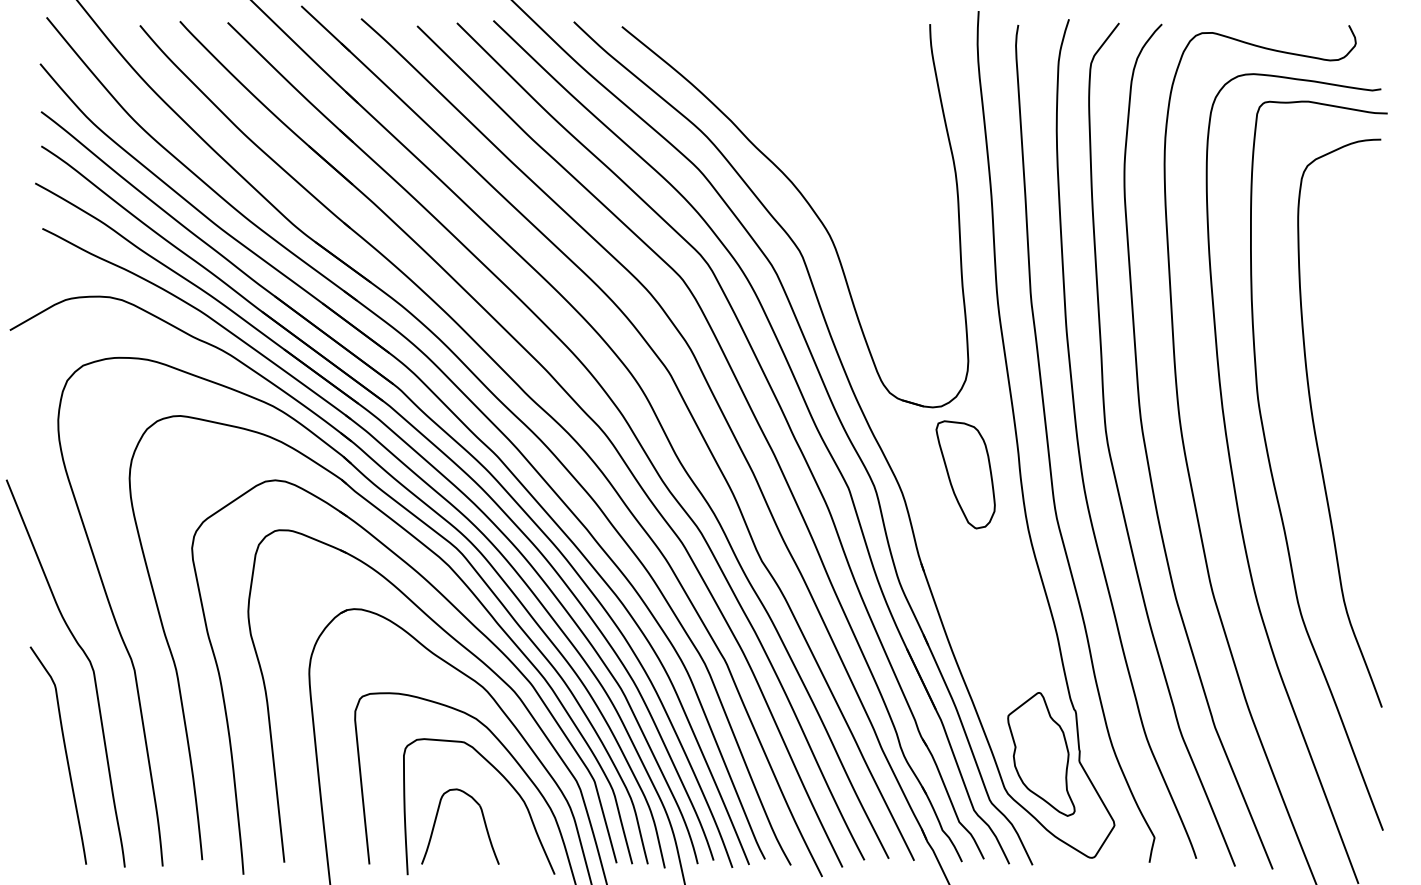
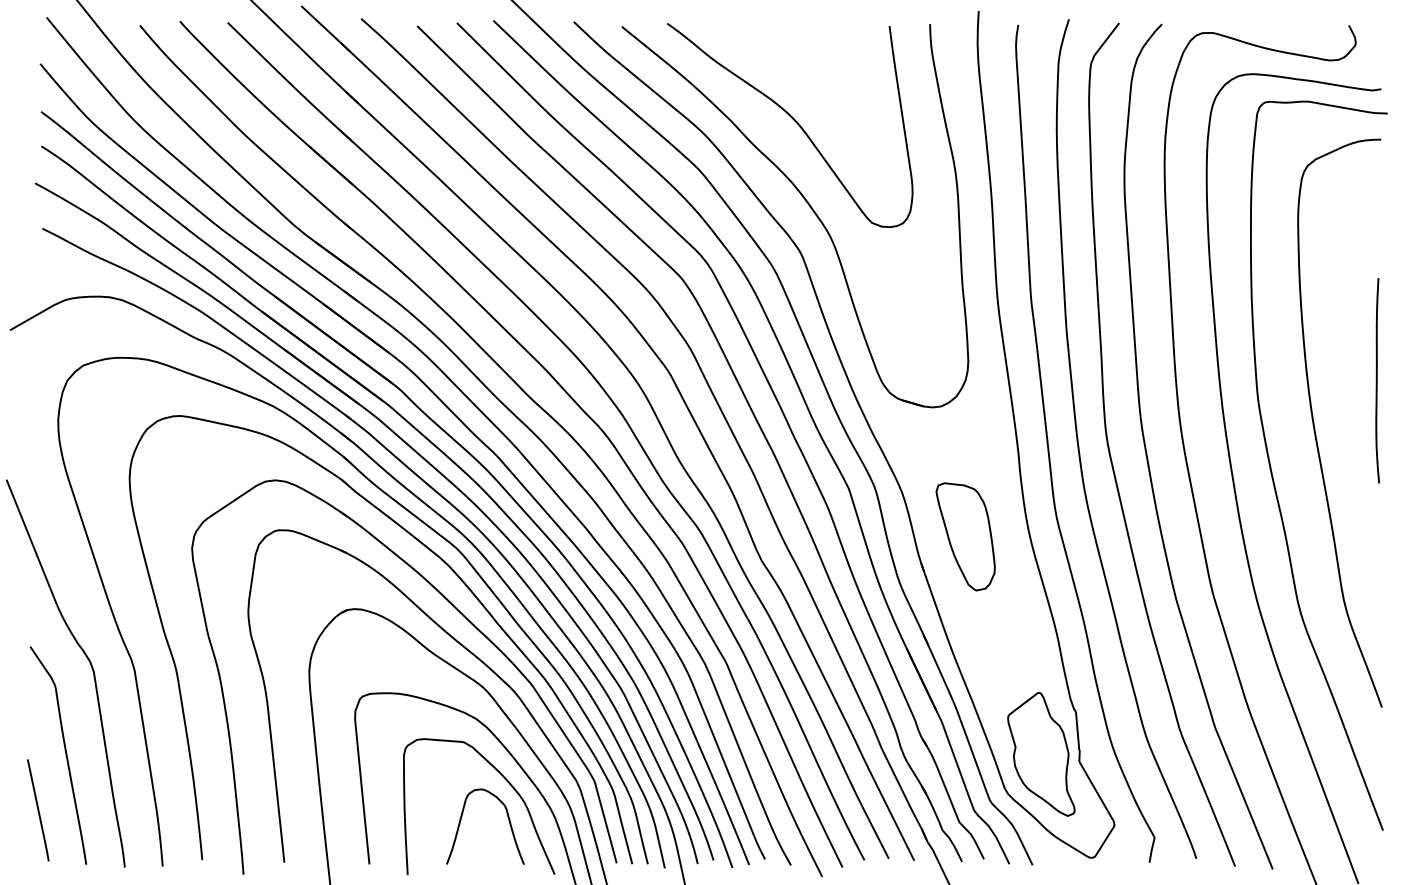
curve at (794, 121): none -> present
curve at (1377, 380): none -> present
part at (965, 474) position: (965, 474) -> (965, 536)
line at (38, 810): none -> present
part at (483, 821) position: (483, 821) -> (508, 821)
